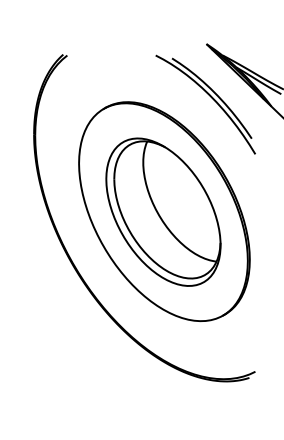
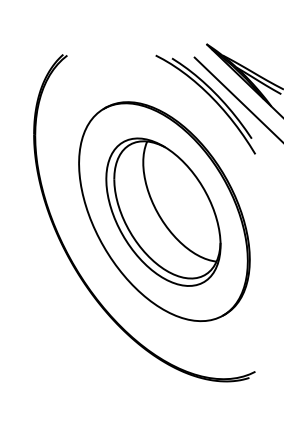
line at (237, 98): none -> present
